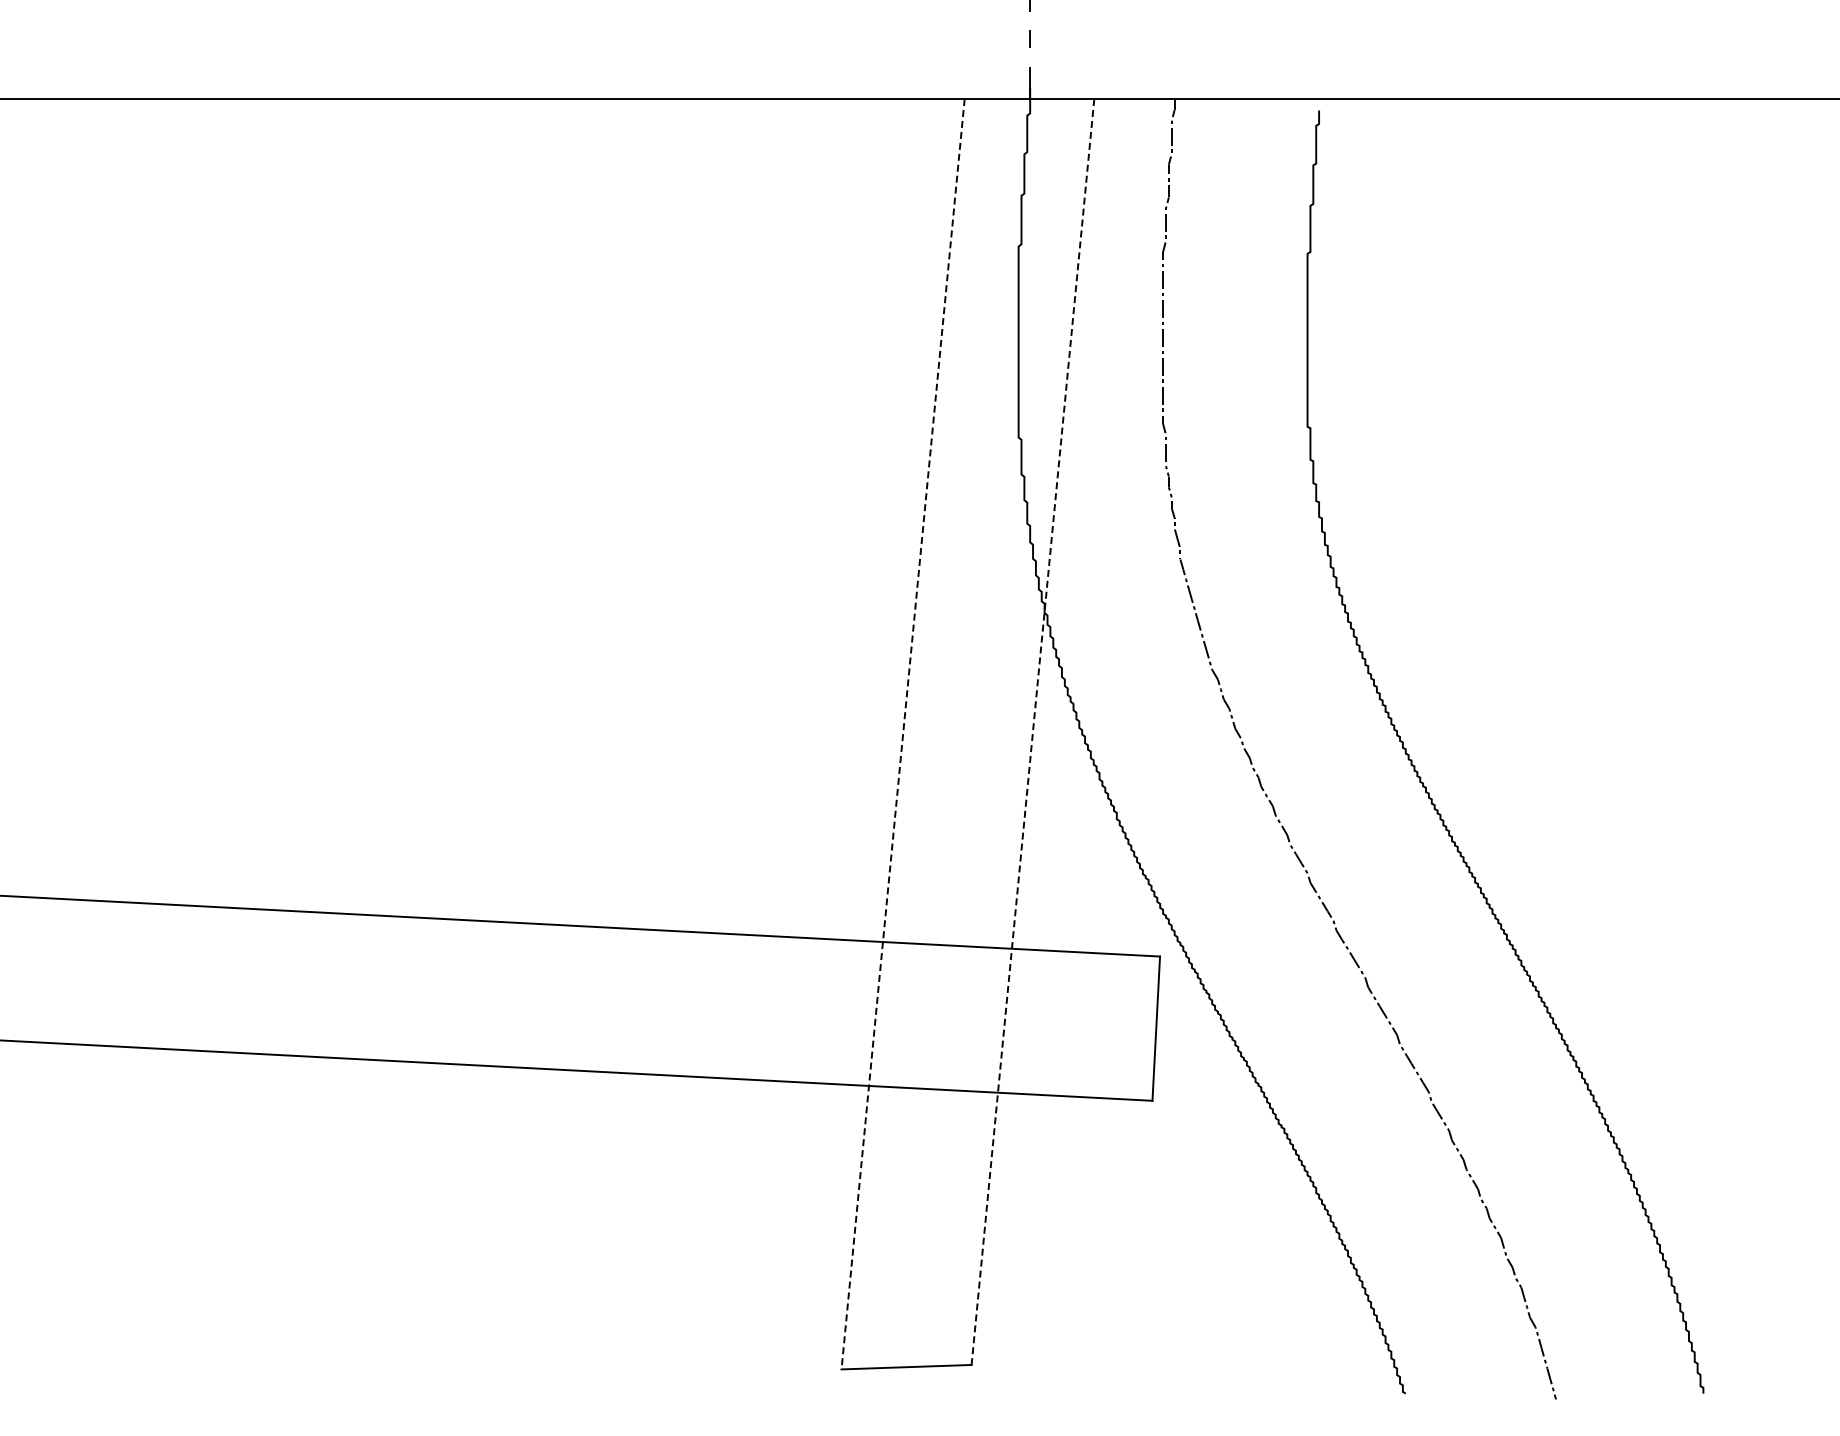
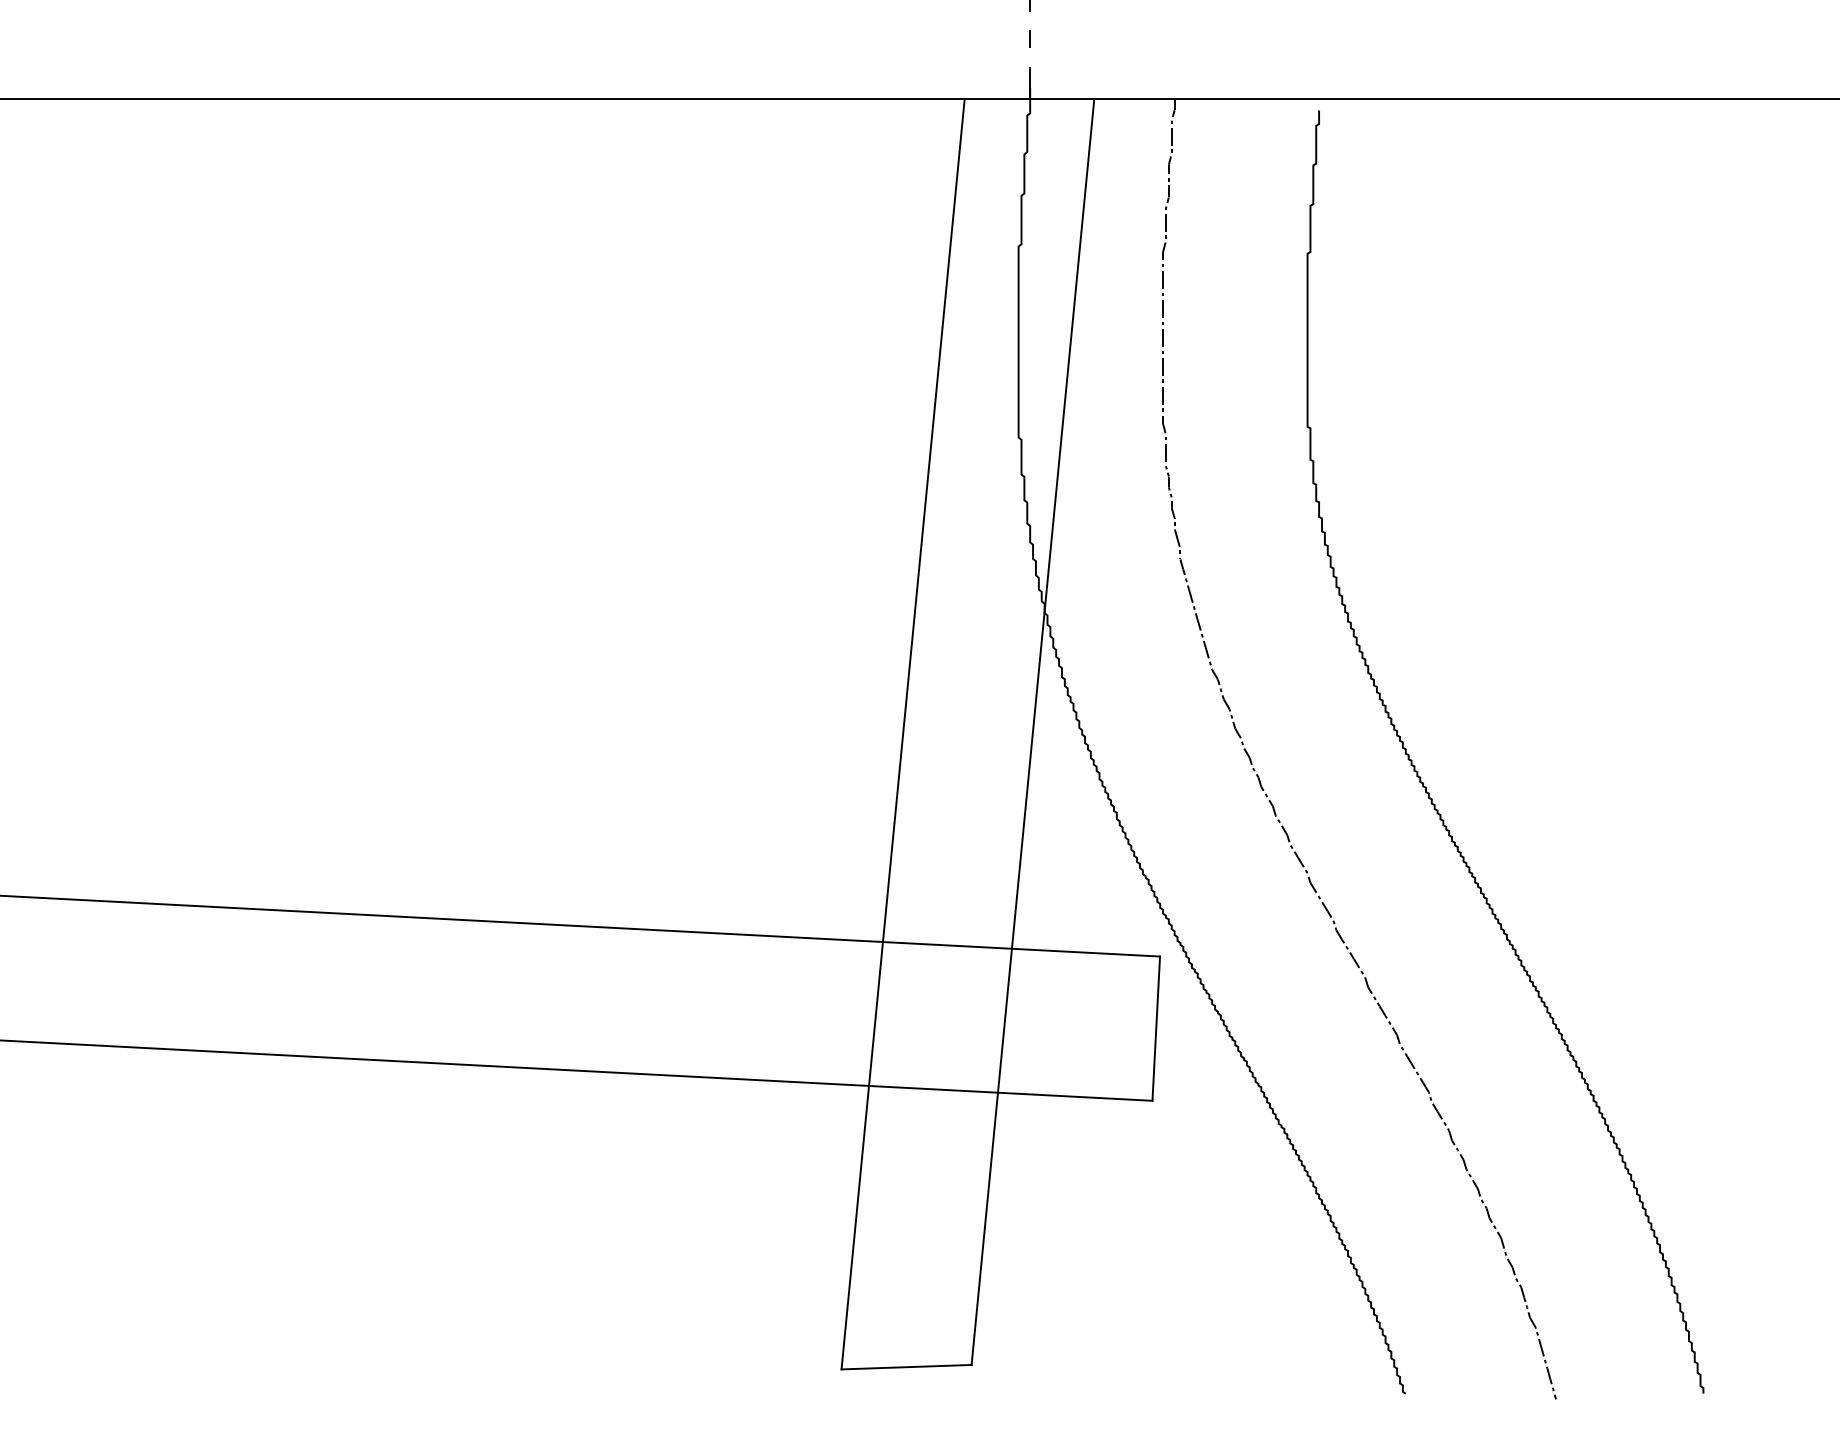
line at (1032, 732): dashed -> solid
line at (903, 734): dashed -> solid
